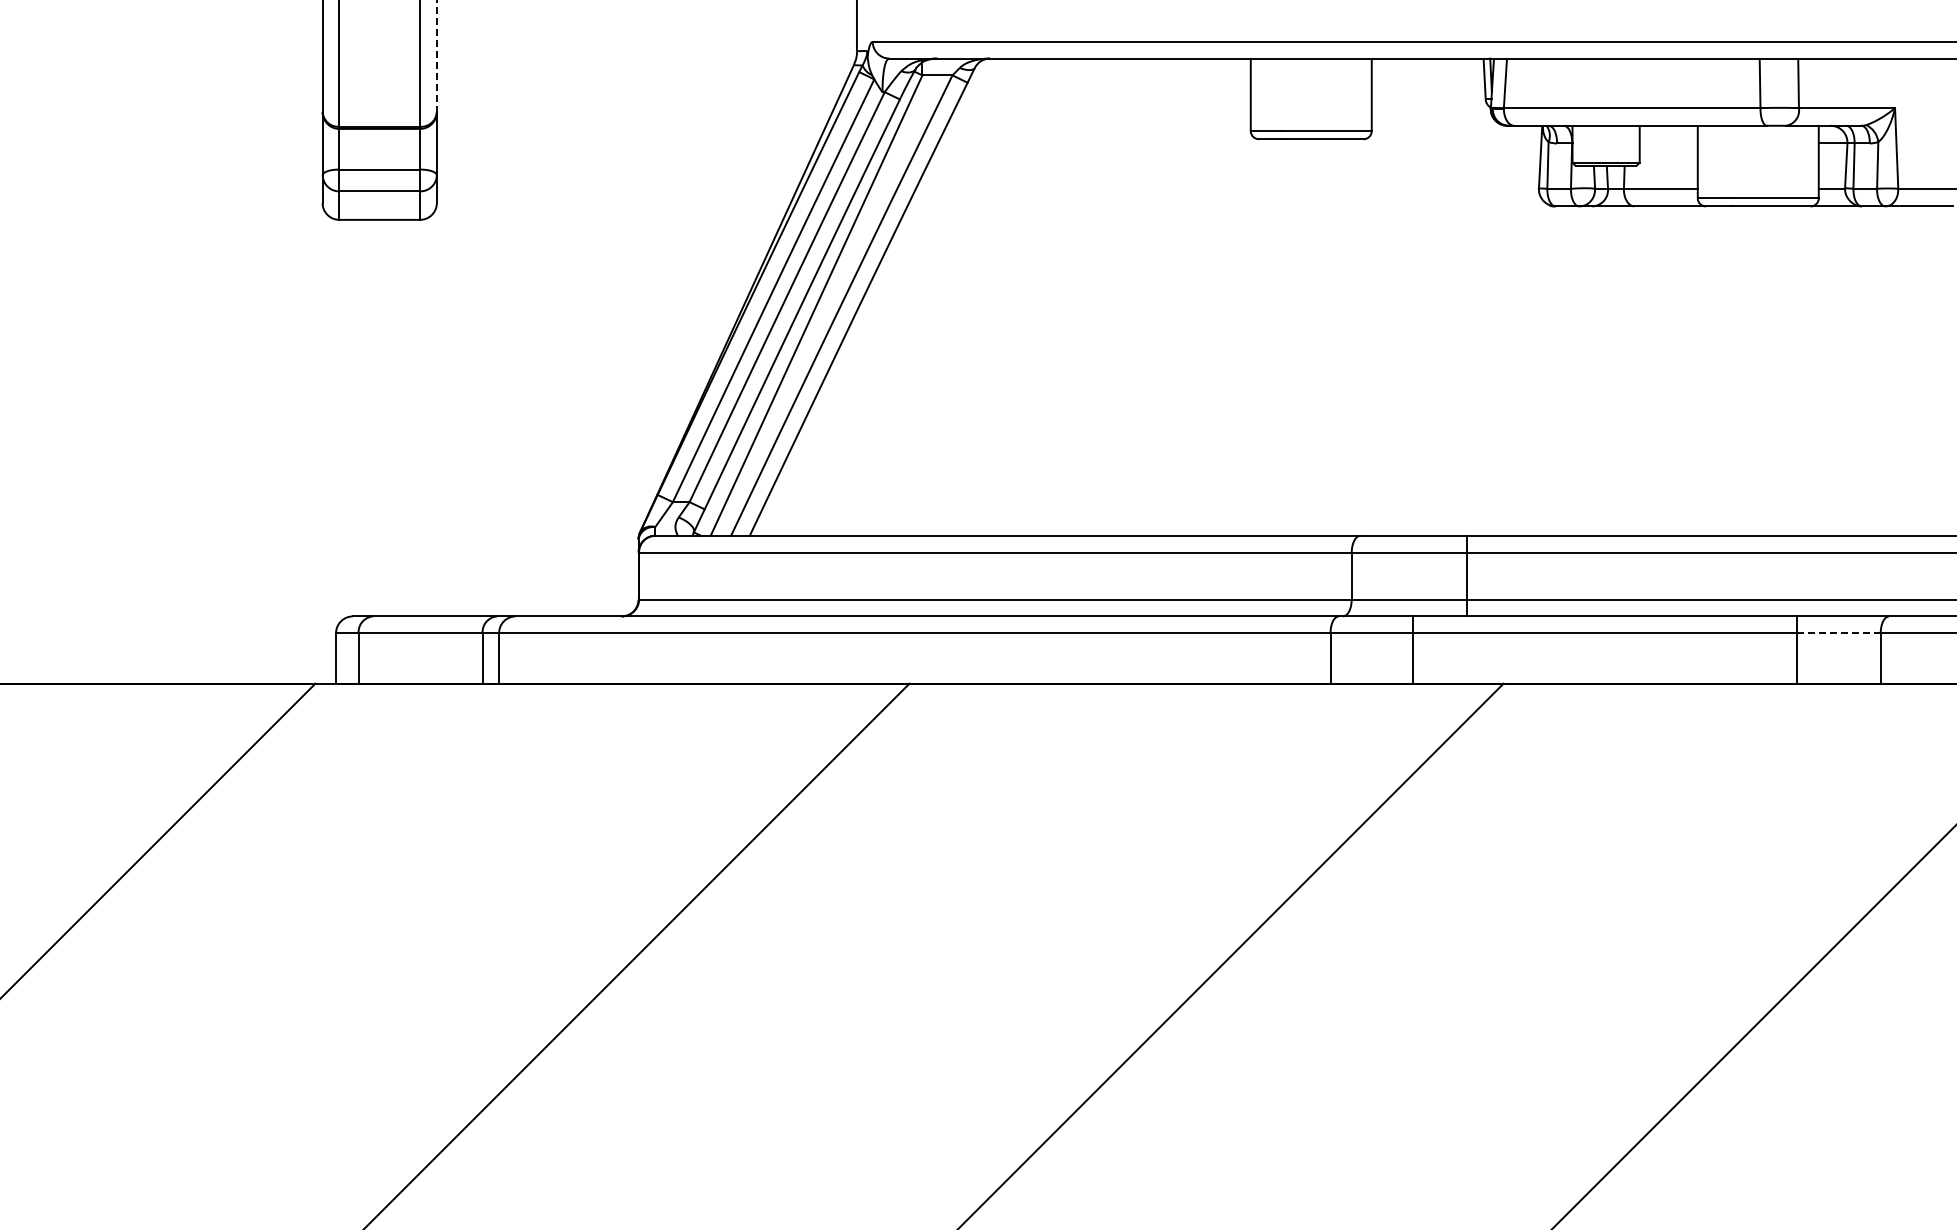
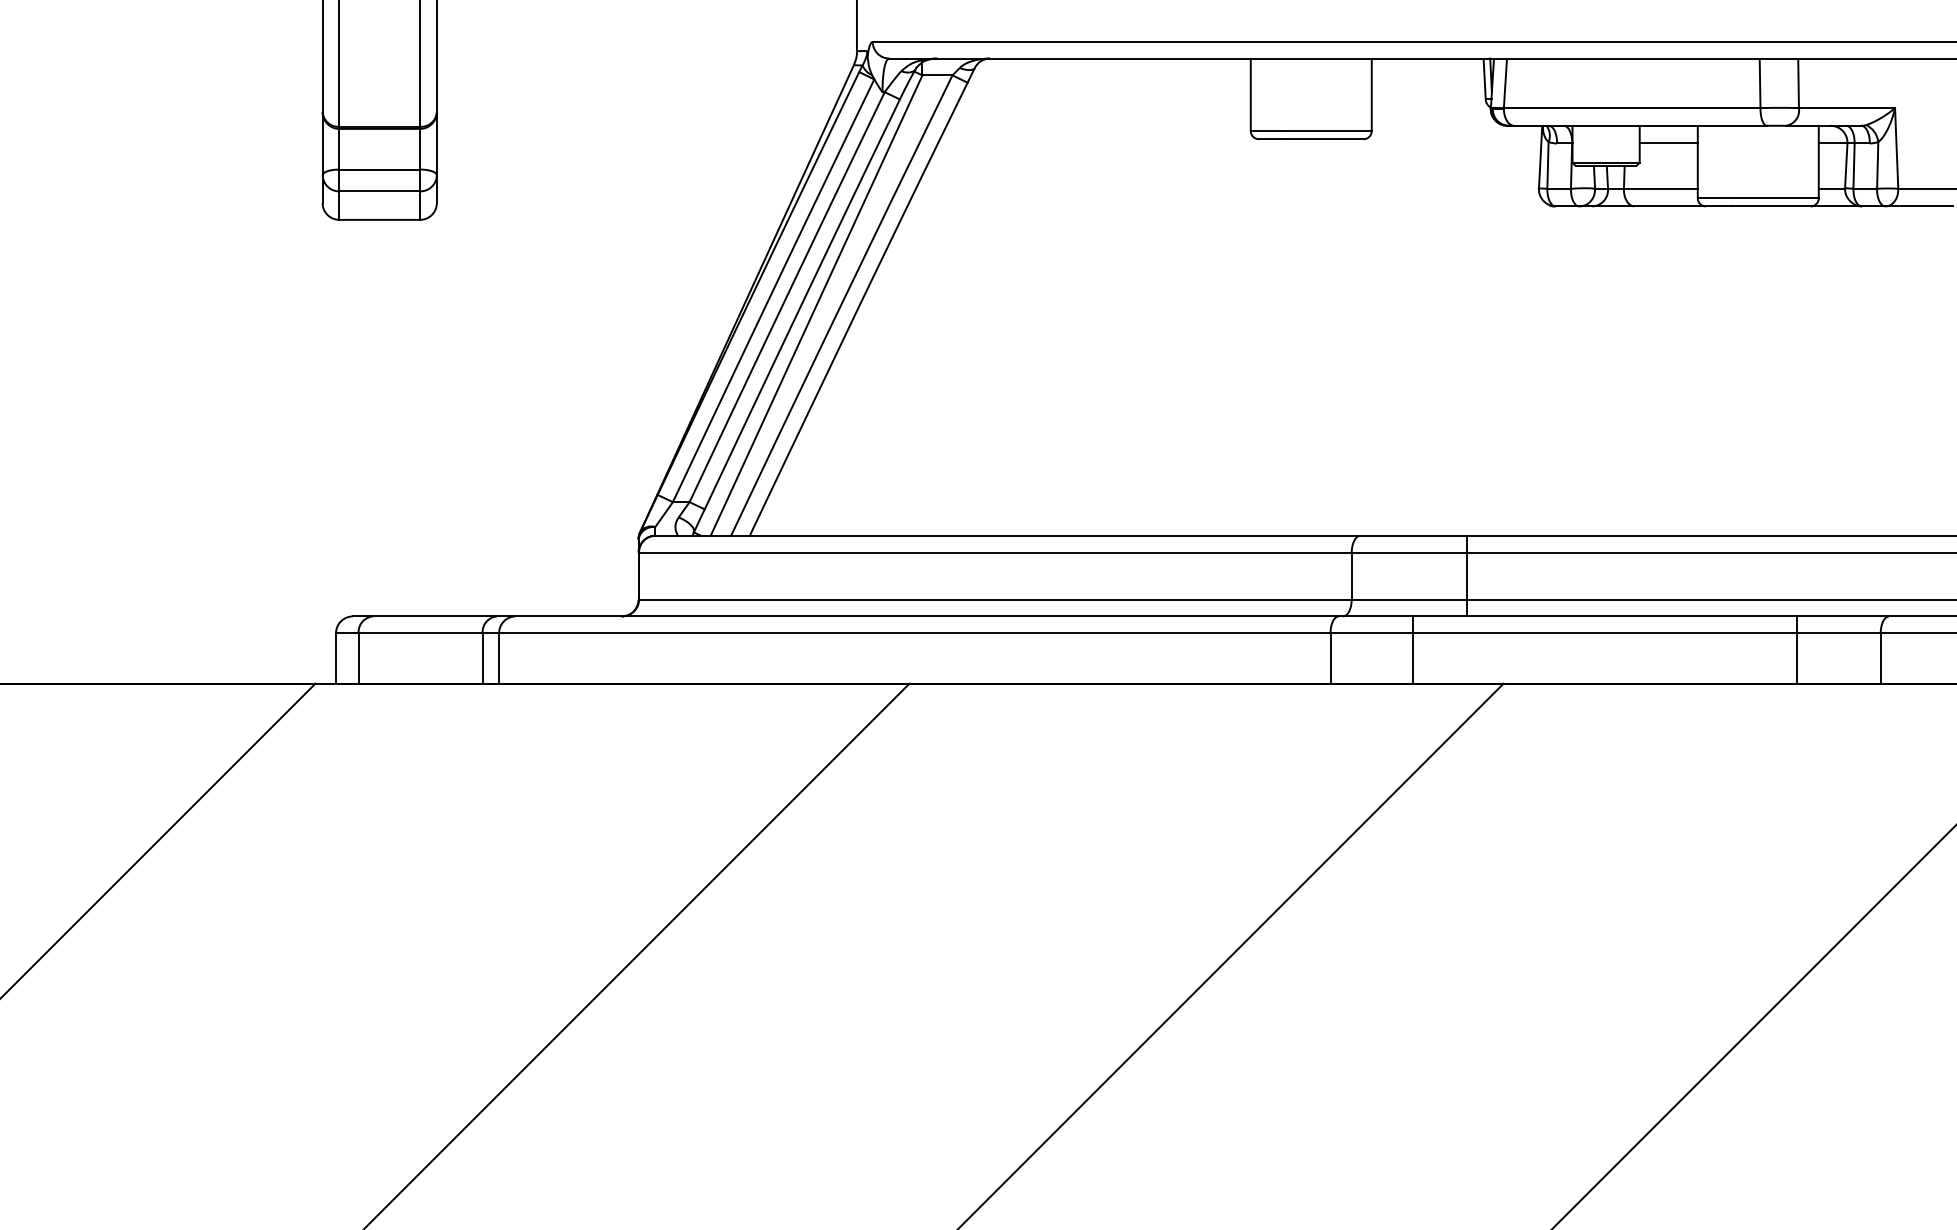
line at (436, 56): dashed -> solid
line at (1668, 143): none -> present
line at (1838, 633): dashed -> solid
